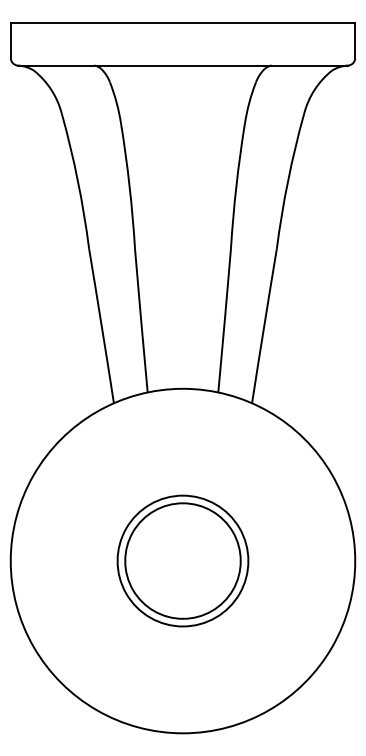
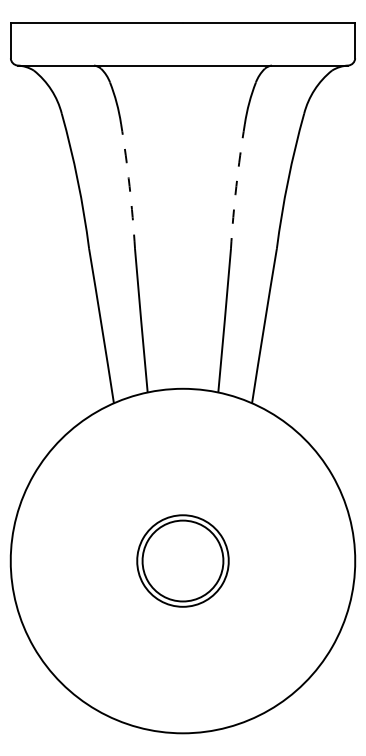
arc at (129, 186): solid -> dashed
arc at (236, 186): solid -> dashed
part at (182, 560) size: 134x134 px -> 94x94 px
